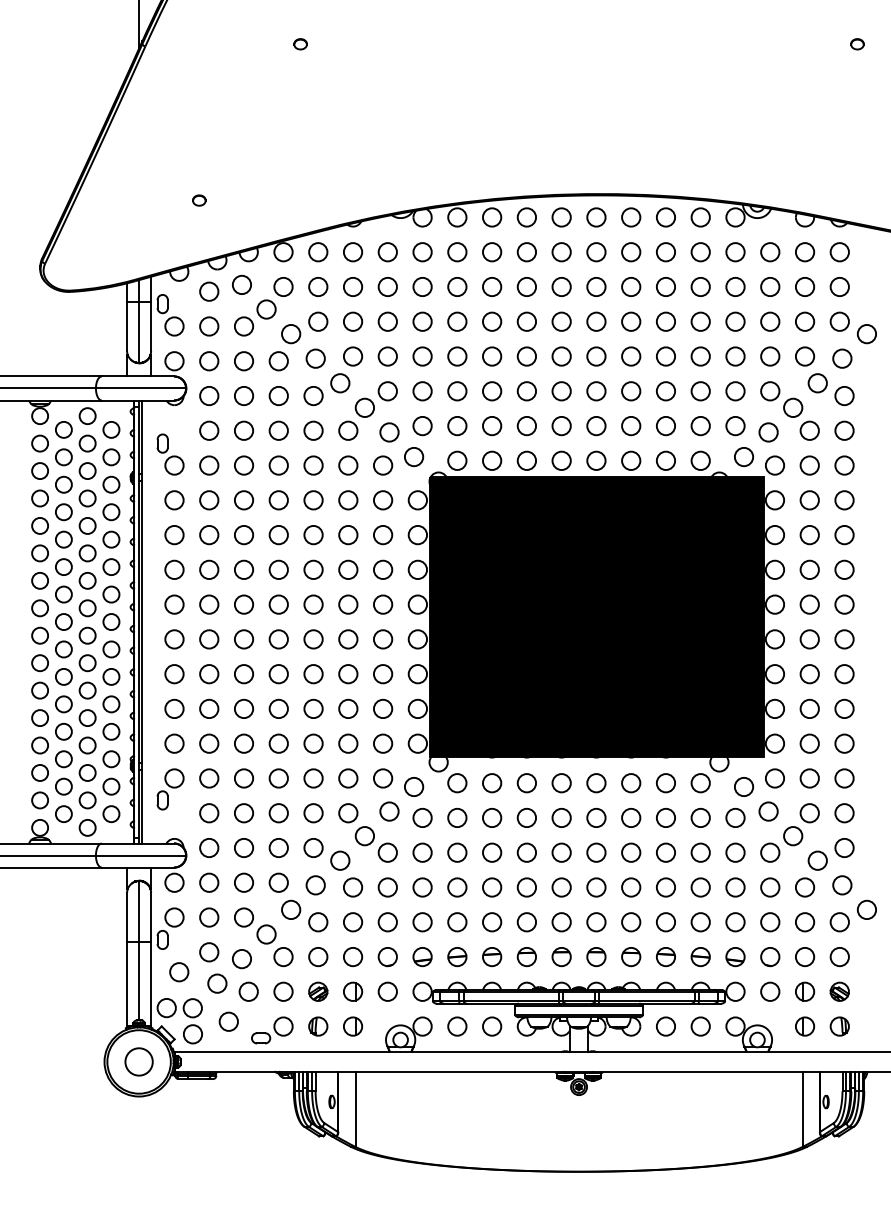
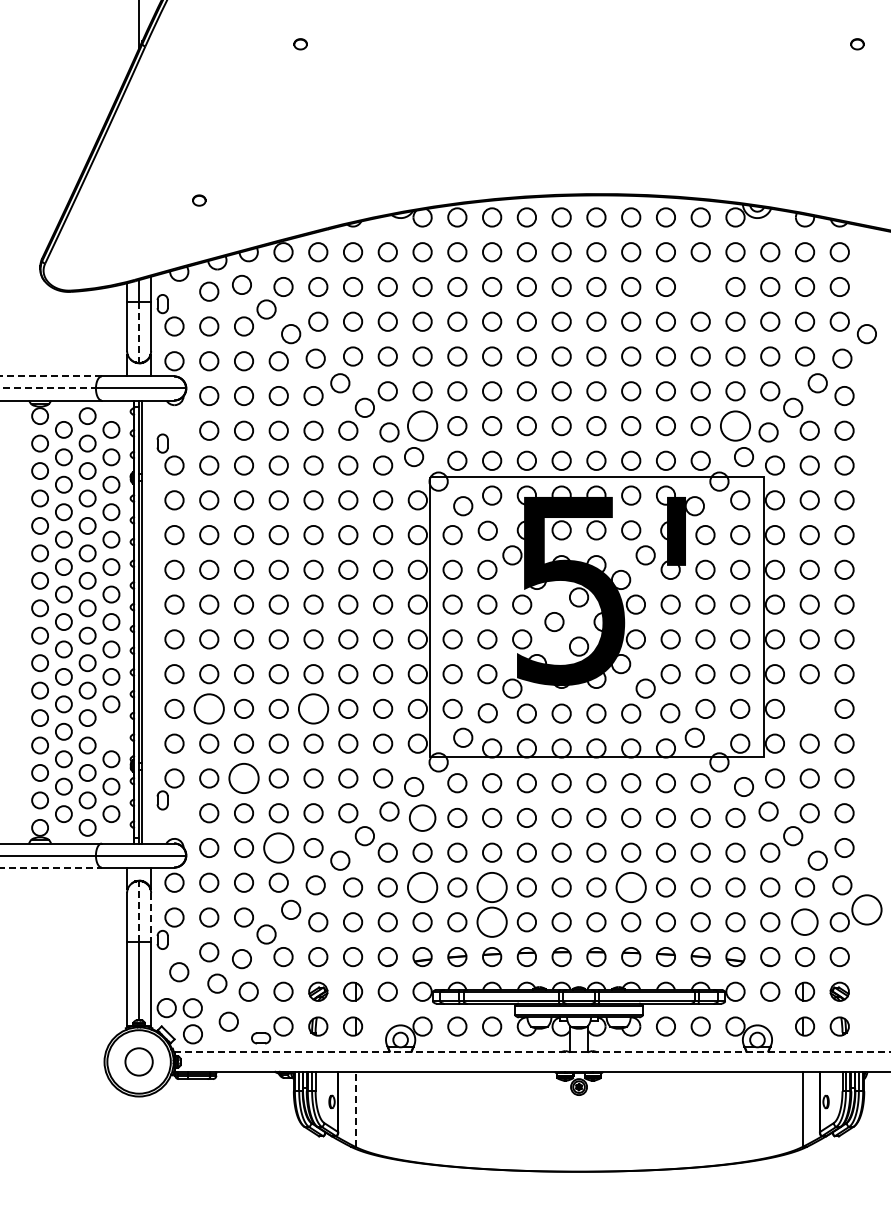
circle at (700, 286): present -> none
line at (139, 333): solid -> dashed
line at (50, 376): solid -> dashed
line at (48, 388): solid -> dashed
circle at (422, 425) diameter: 18 px -> 29 px
circle at (735, 425) diameter: 18 px -> 29 px
fill at (596, 617): present -> none
circle at (209, 708) diameter: 18 px -> 29 px
circle at (313, 708) diameter: 18 px -> 29 px
circle at (809, 708): present -> none
circle at (111, 731): present -> none
circle at (243, 778) diameter: 18 px -> 29 px
circle at (422, 817) size: 21x21 px -> 28x28 px
circle at (278, 847) diameter: 18 px -> 29 px
line at (51, 867): solid -> dashed
circle at (422, 887) diameter: 18 px -> 29 px
circle at (492, 887) diameter: 18 px -> 29 px
circle at (631, 887) diameter: 18 px -> 29 px
circle at (866, 909) diameter: 18 px -> 29 px
line at (139, 910): solid -> dashed
line at (151, 917): solid -> dashed
circle at (492, 922) diameter: 18 px -> 29 px
circle at (805, 922) size: 21x21 px -> 28x28 px
line at (532, 1052): solid -> dashed
line at (355, 1109): solid -> dashed
